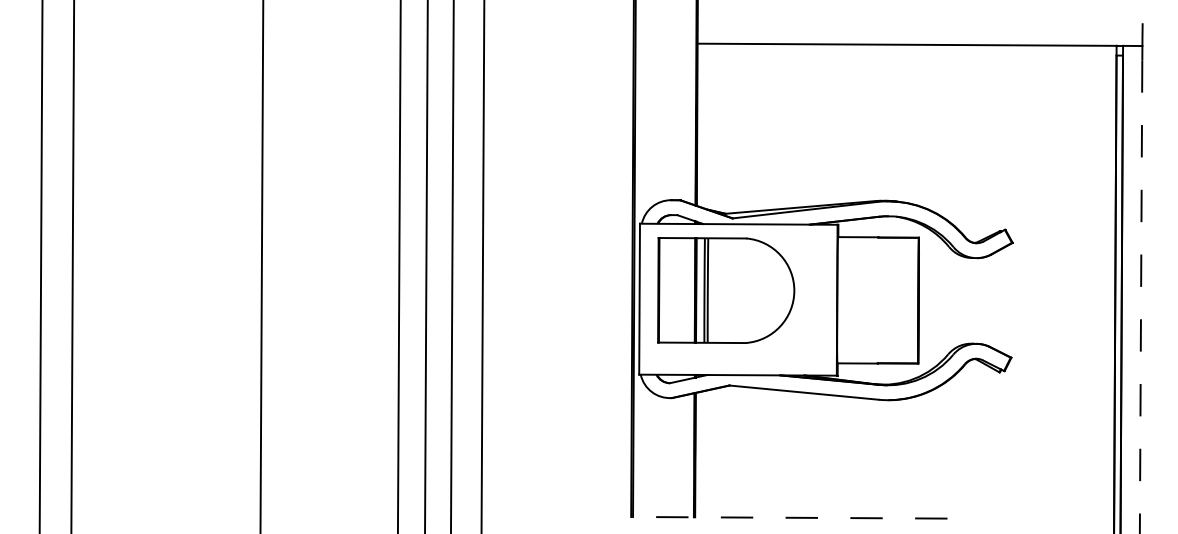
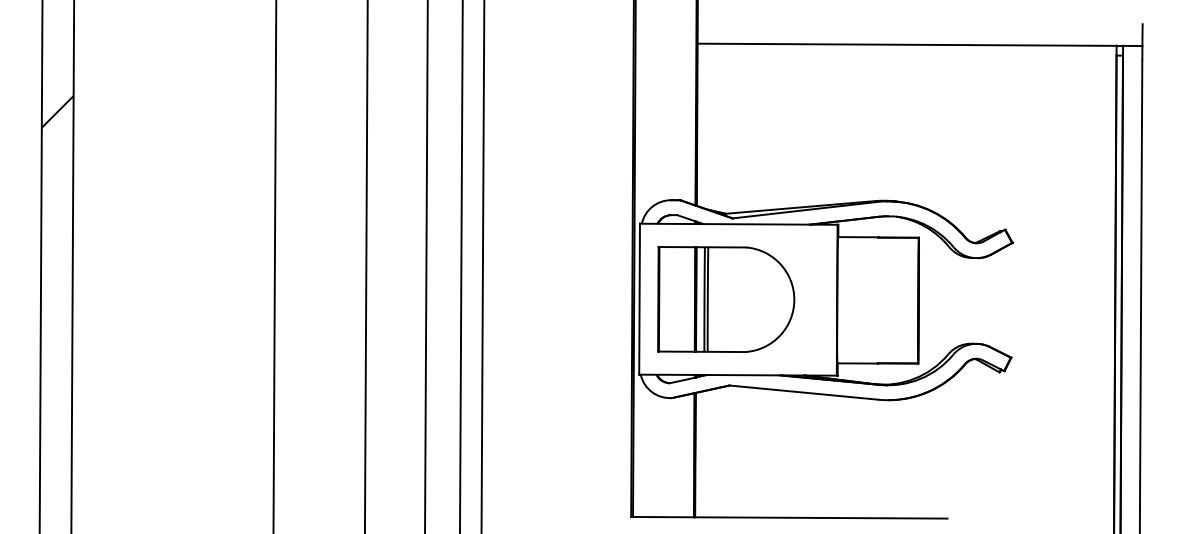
hatch at (57, 111): none -> present
line at (261, 266) position: (261, 266) -> (274, 266)
line at (398, 266) position: (398, 266) -> (365, 266)
line at (452, 266) position: (452, 266) -> (461, 266)
part at (726, 290) position: (726, 290) -> (726, 299)
line at (1141, 297): dashed -> solid
line at (788, 517): dashed -> solid
